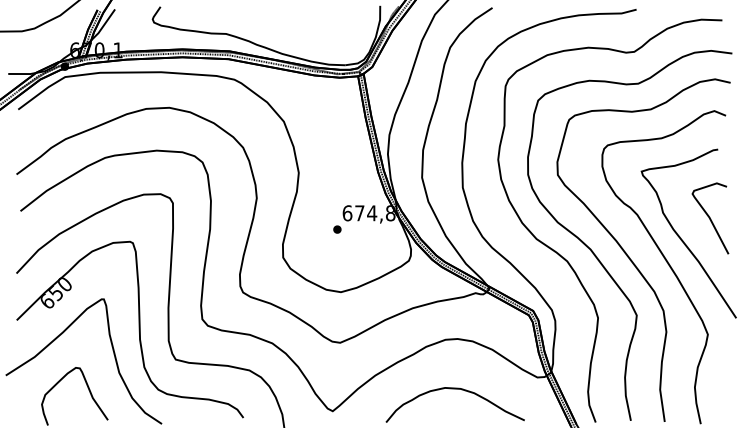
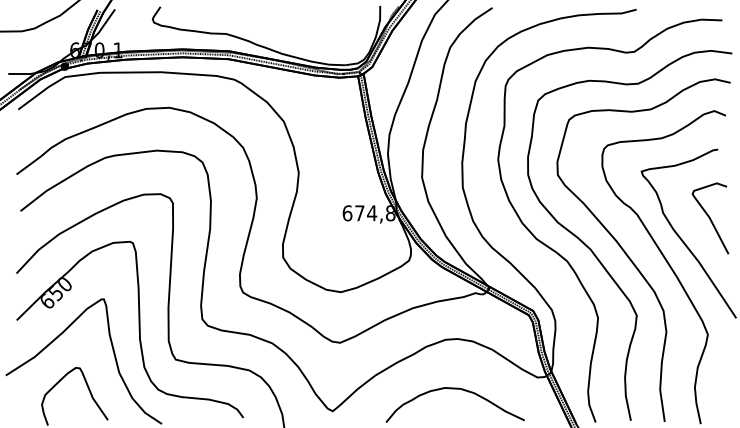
part at (337, 229): present -> none
